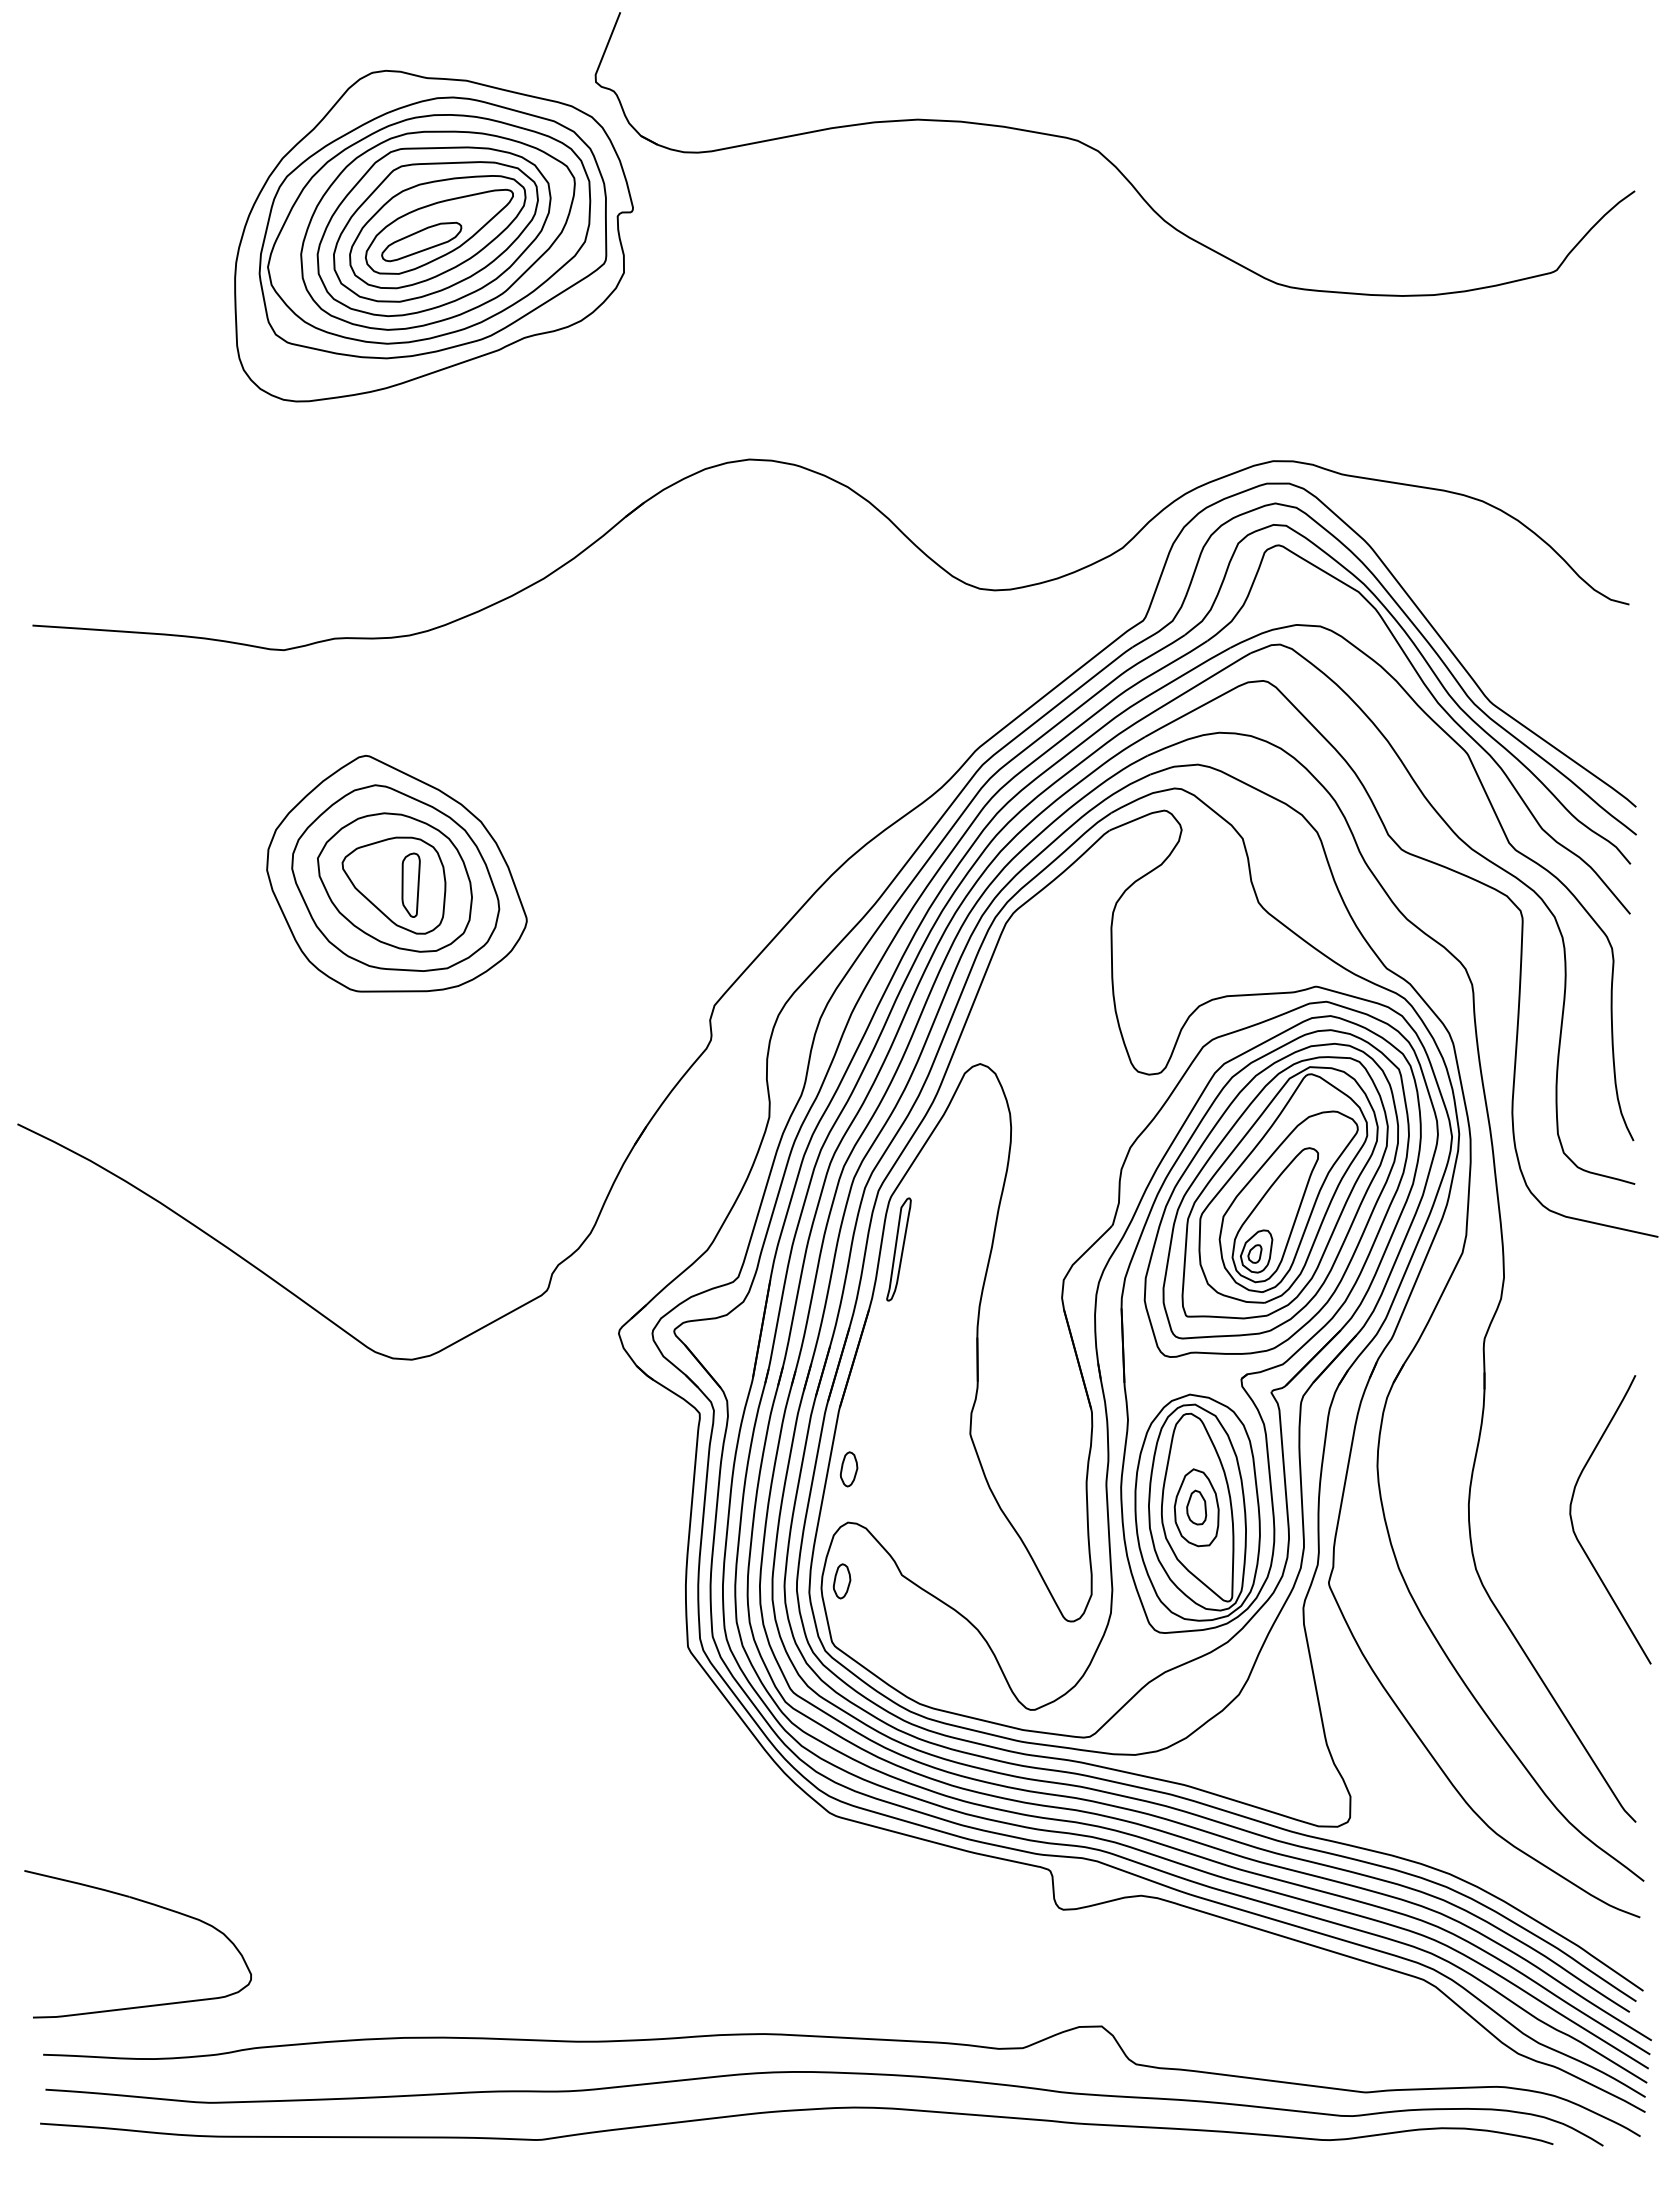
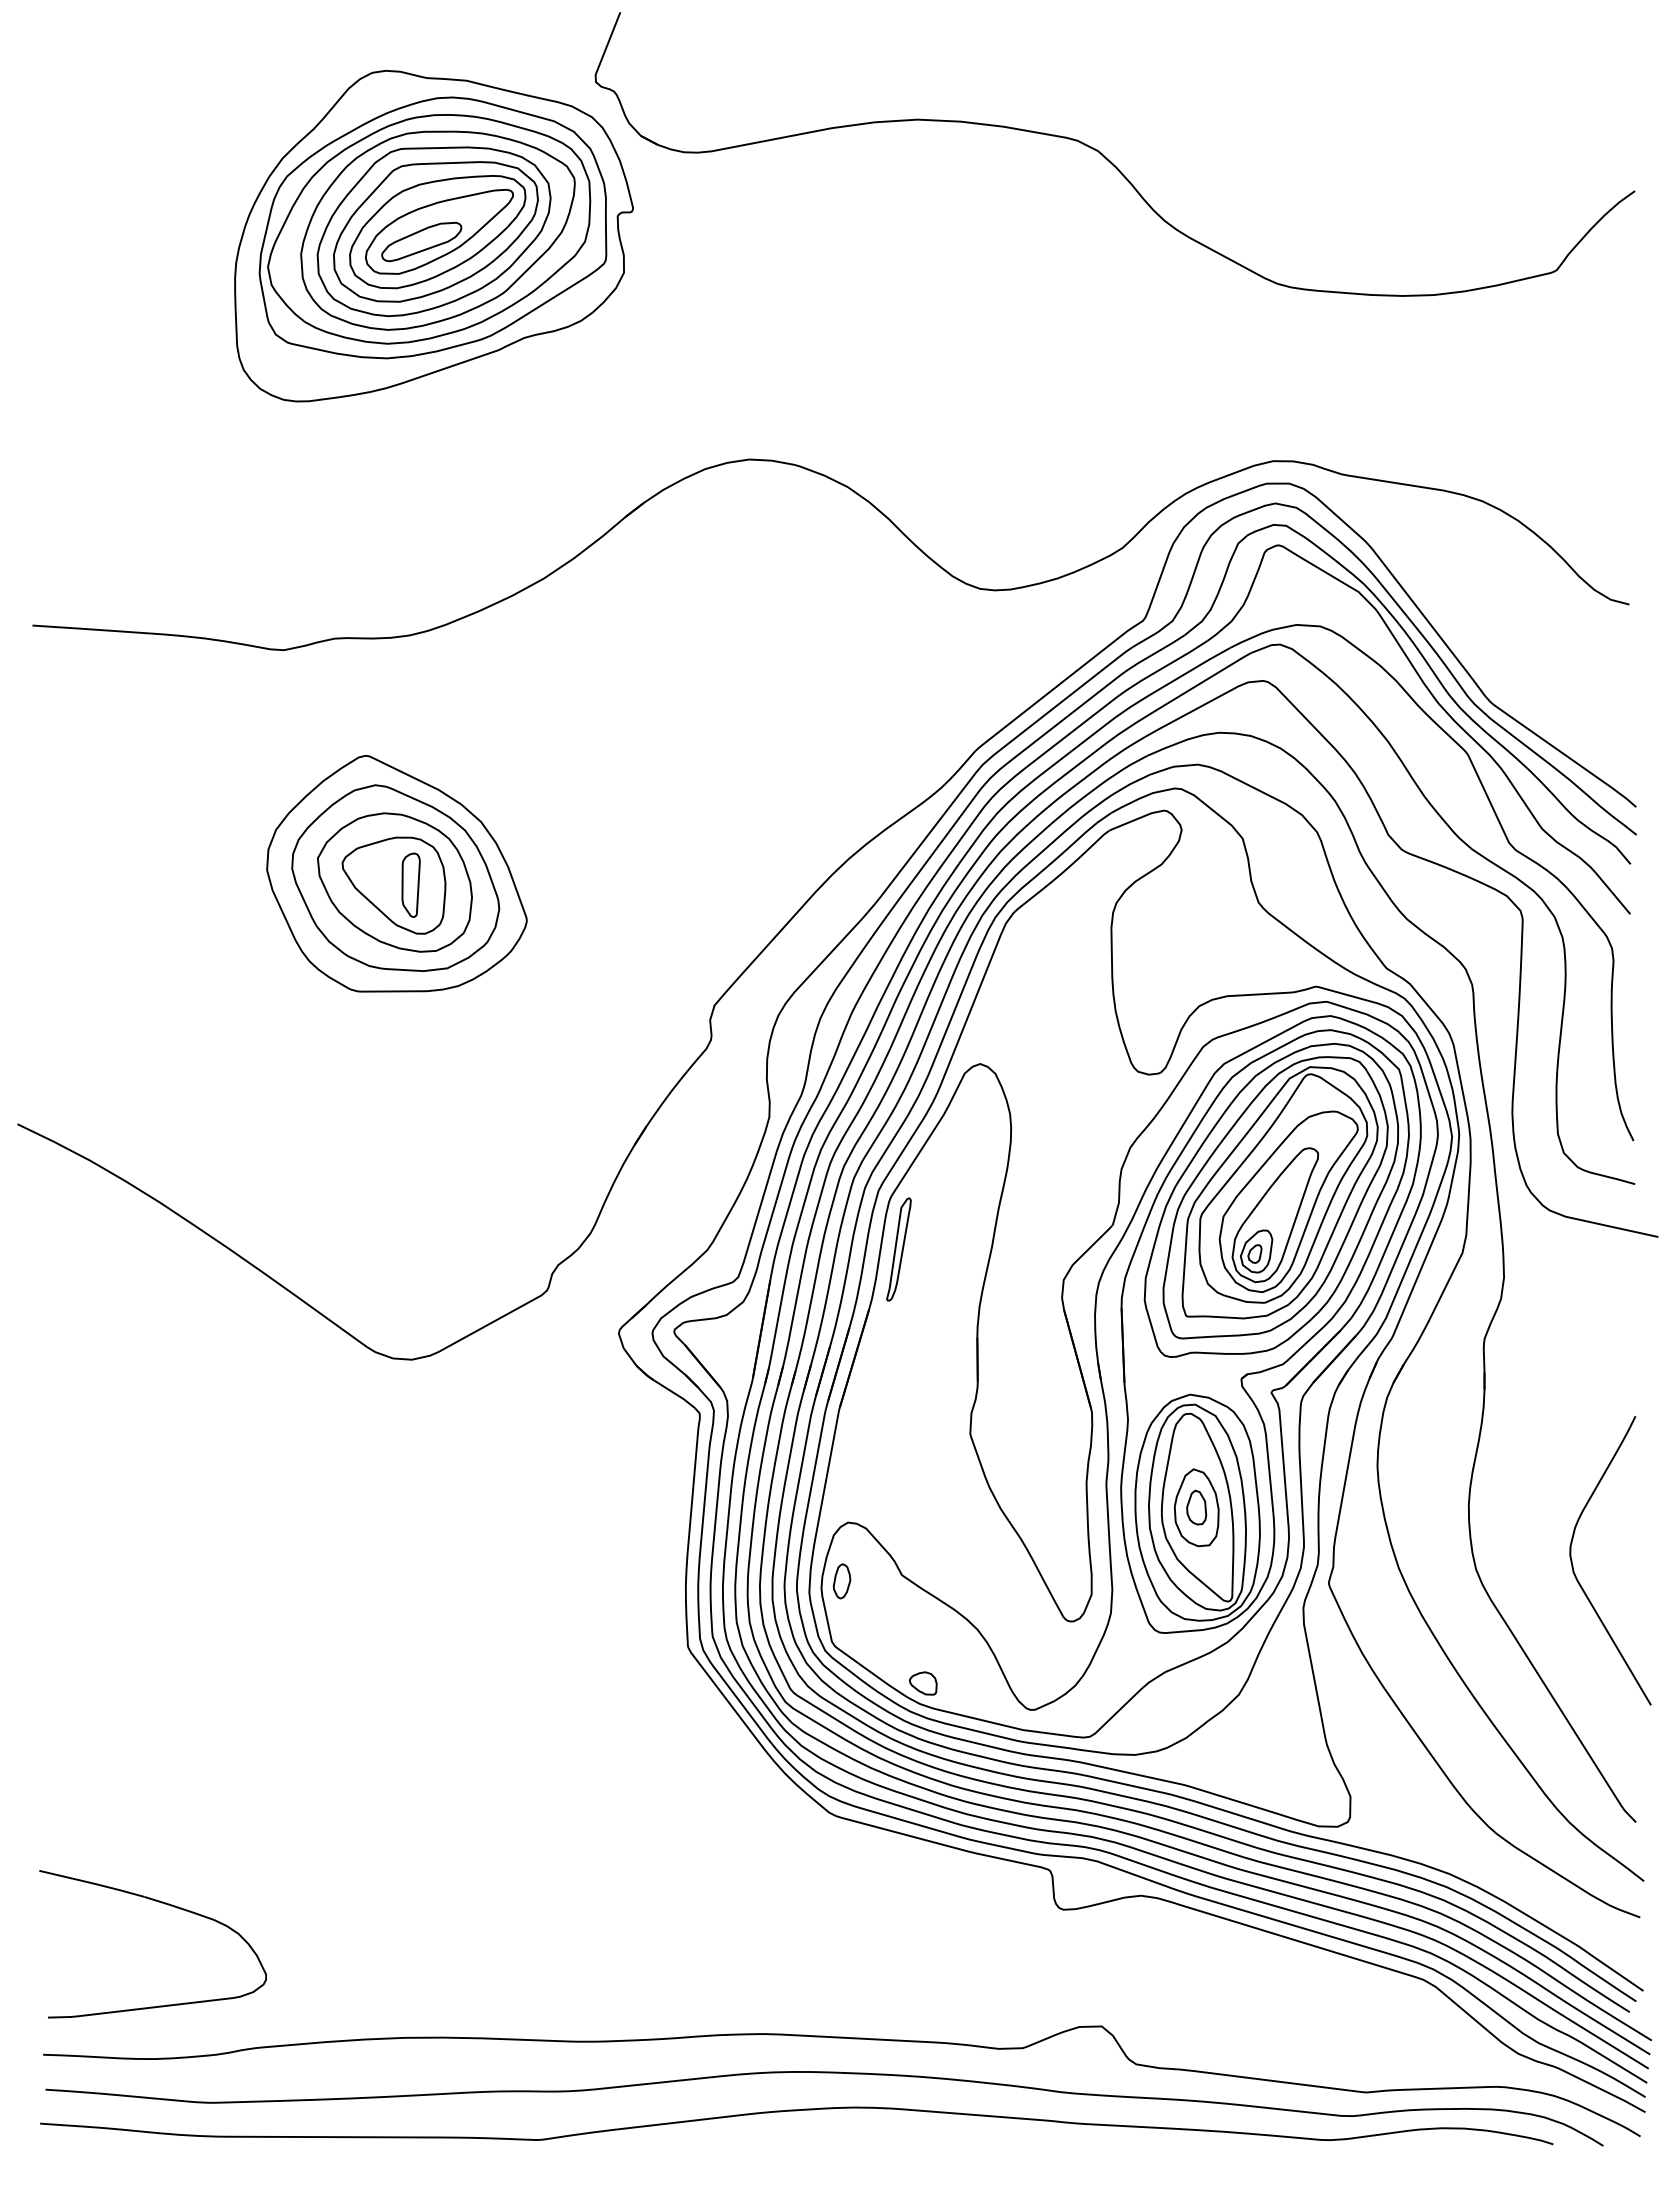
part at (848, 1469): present -> none
curve at (1576, 1534) position: (1576, 1534) -> (1576, 1575)
part at (923, 1683): none -> present
part at (149, 1904) position: (149, 1904) -> (164, 1904)
